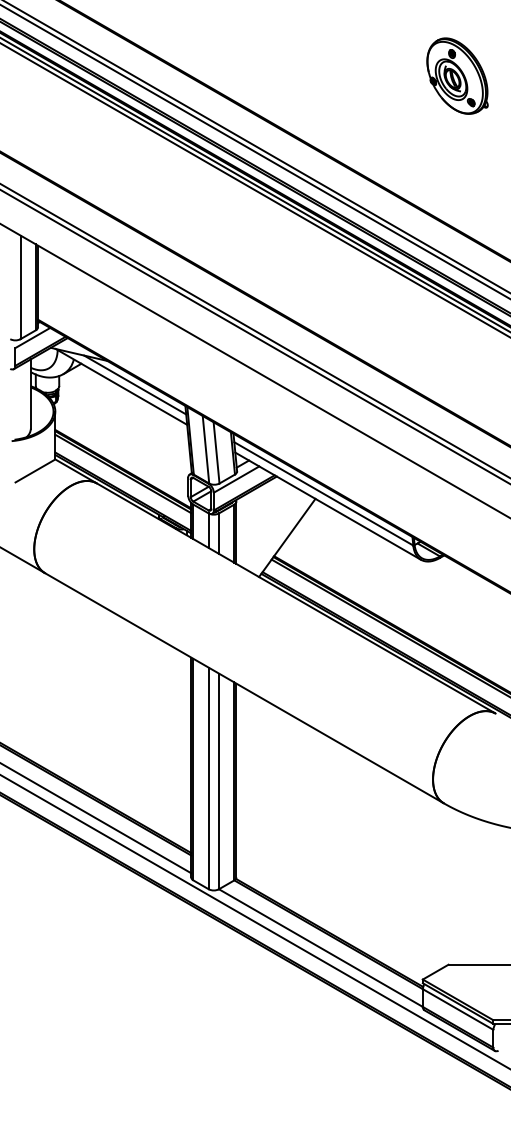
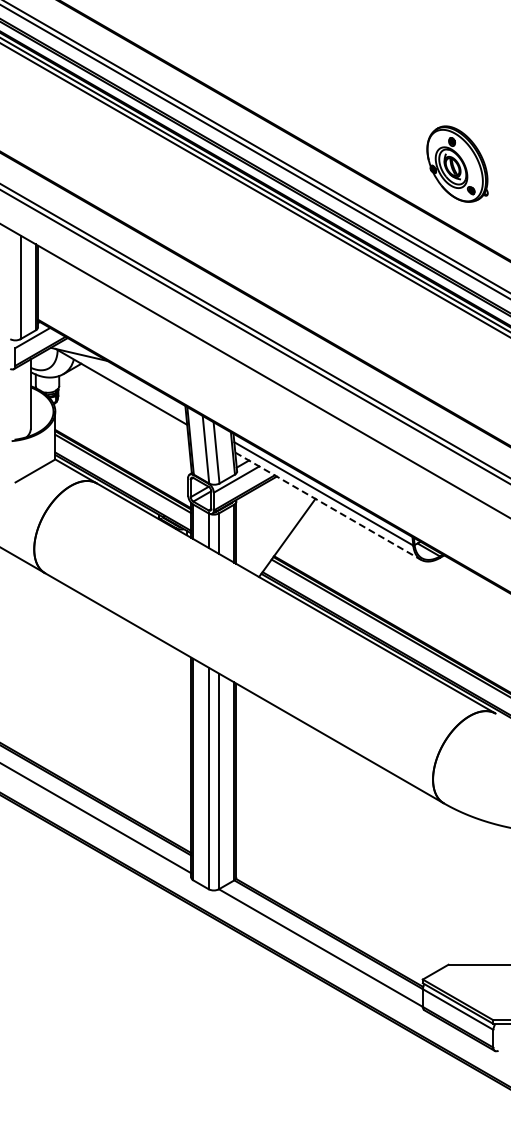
part at (457, 75) position: (457, 75) -> (457, 163)
line at (135, 384): present -> none
line at (328, 506): solid -> dashed
line at (254, 921): present -> none
